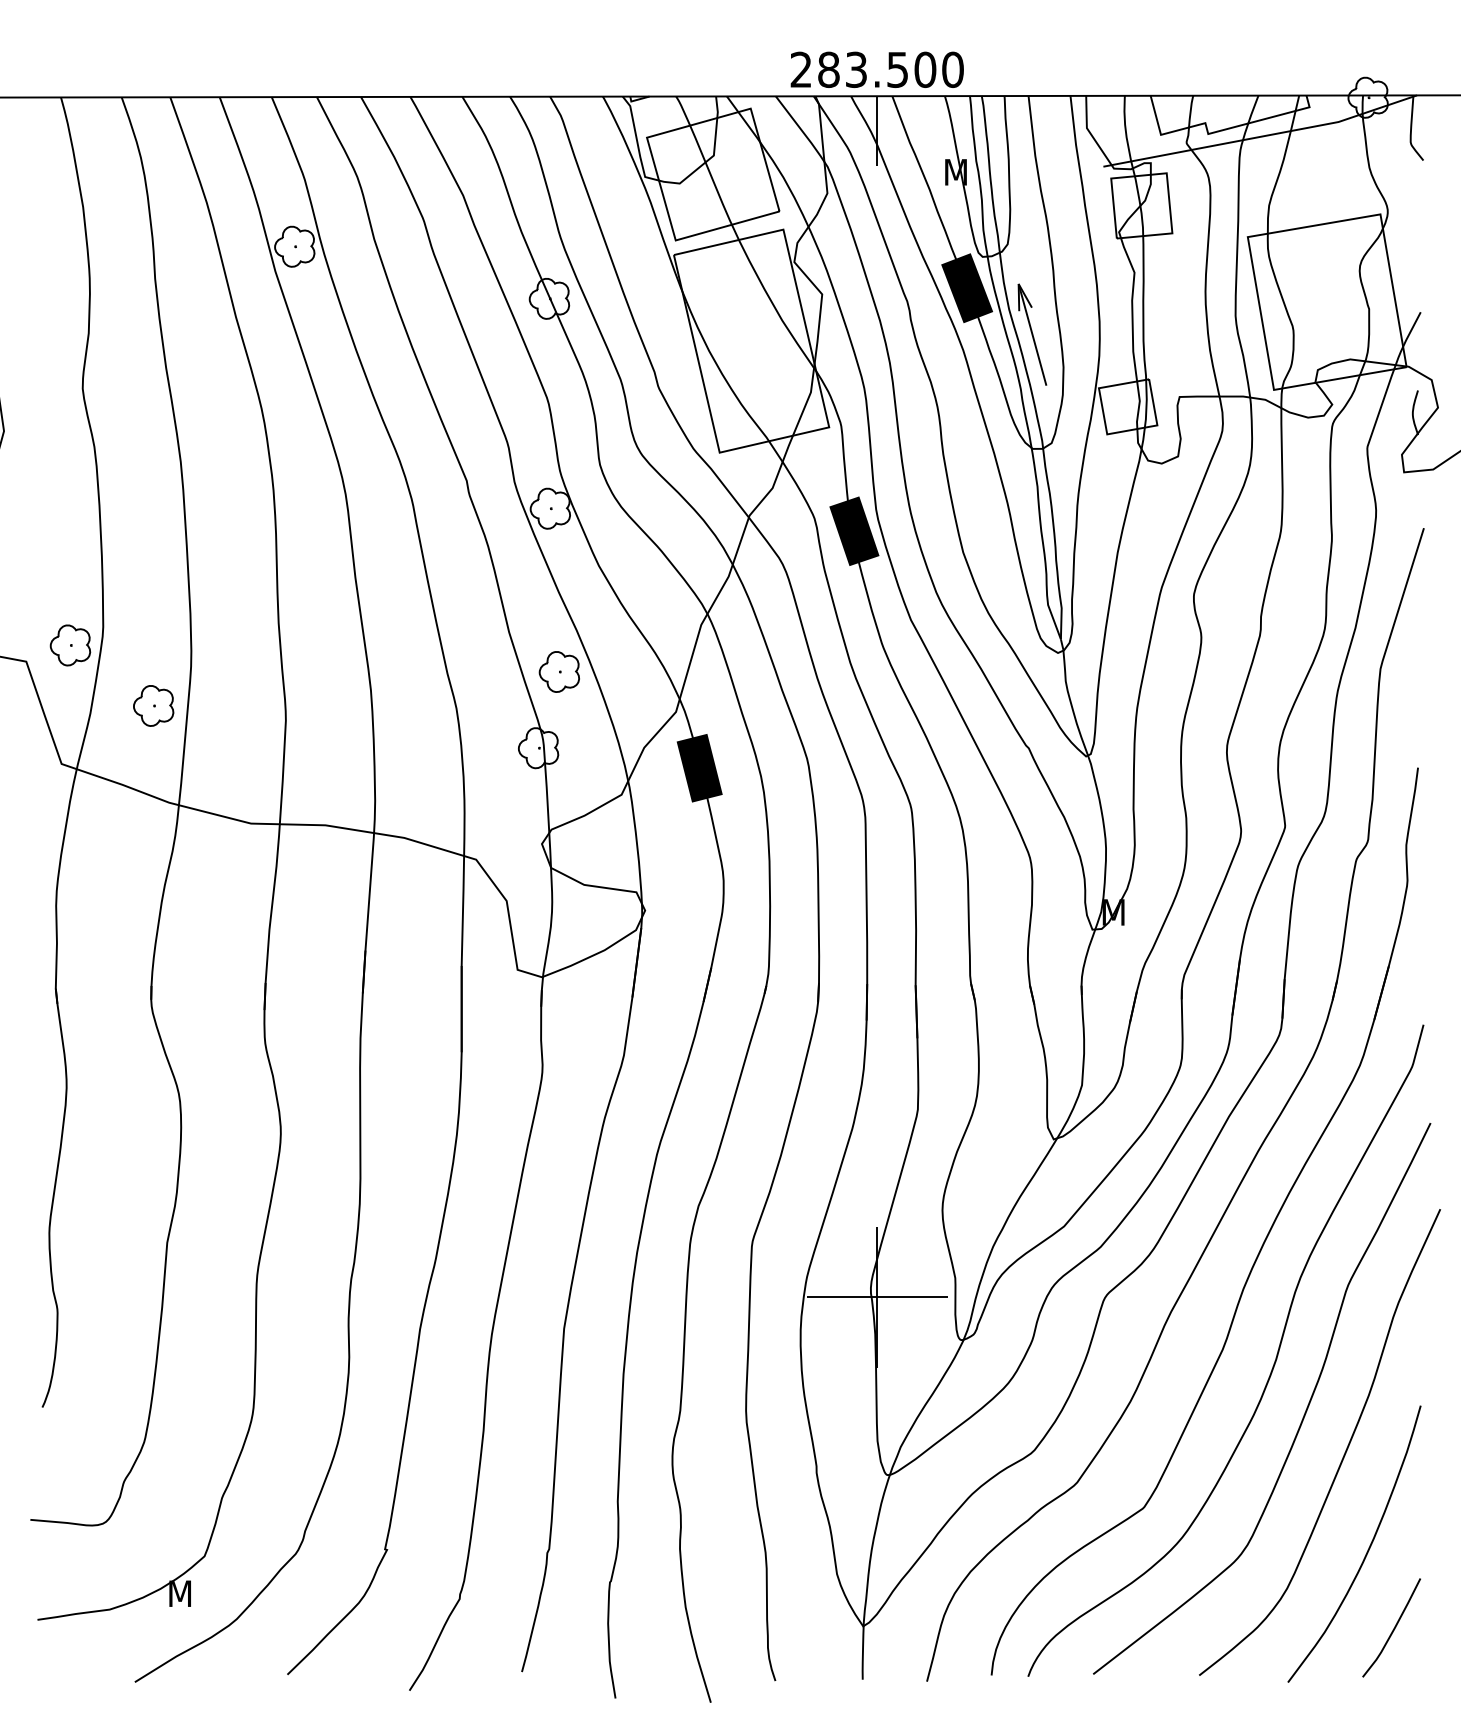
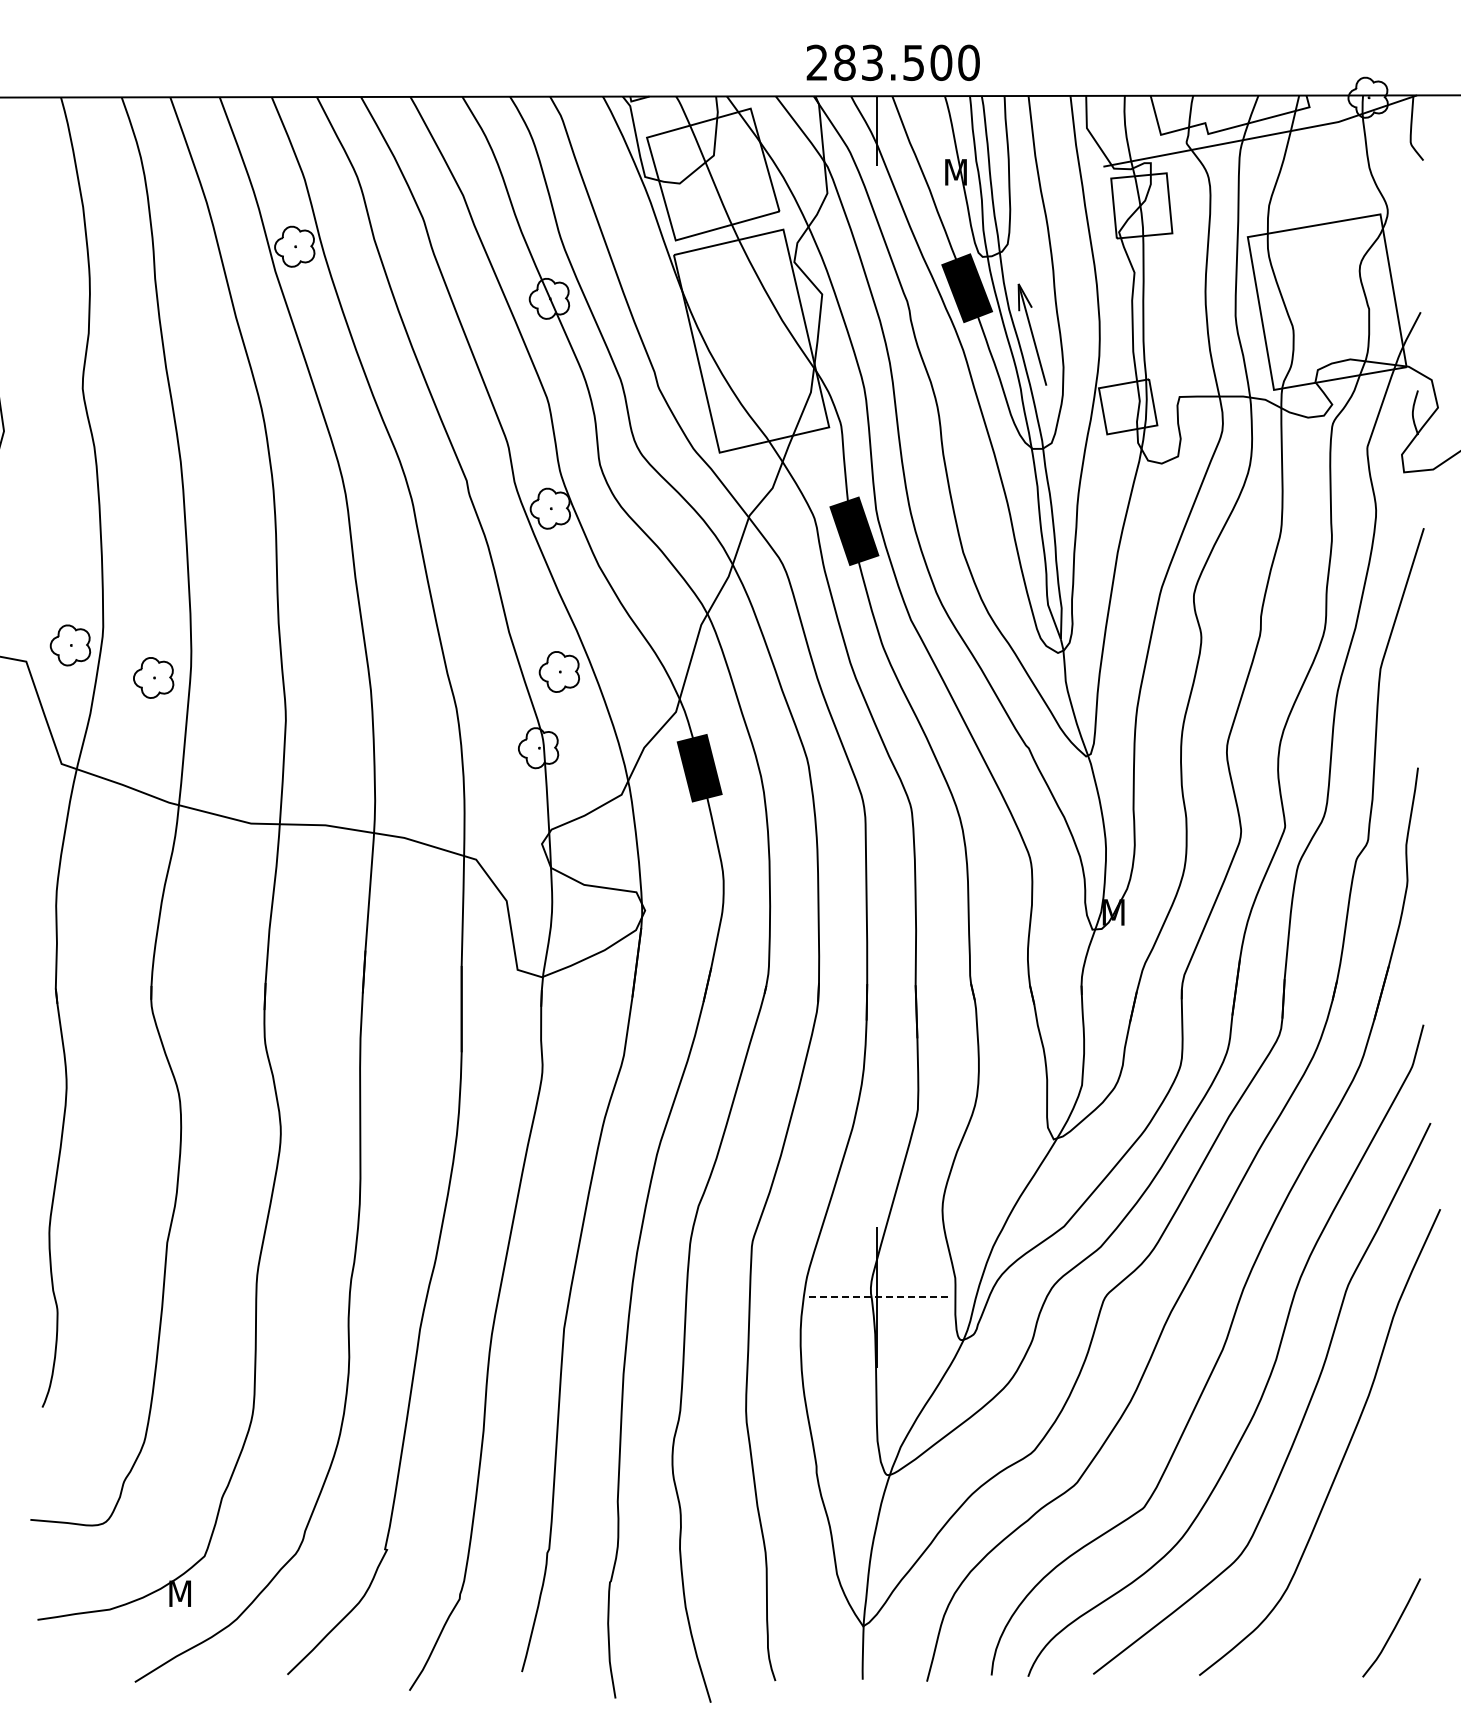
text at (876, 69) position: (876, 69) -> (892, 62)
part at (153, 705) position: (153, 705) -> (153, 677)
line at (876, 1297): solid -> dashed
curve at (1367, 1549): present -> none
